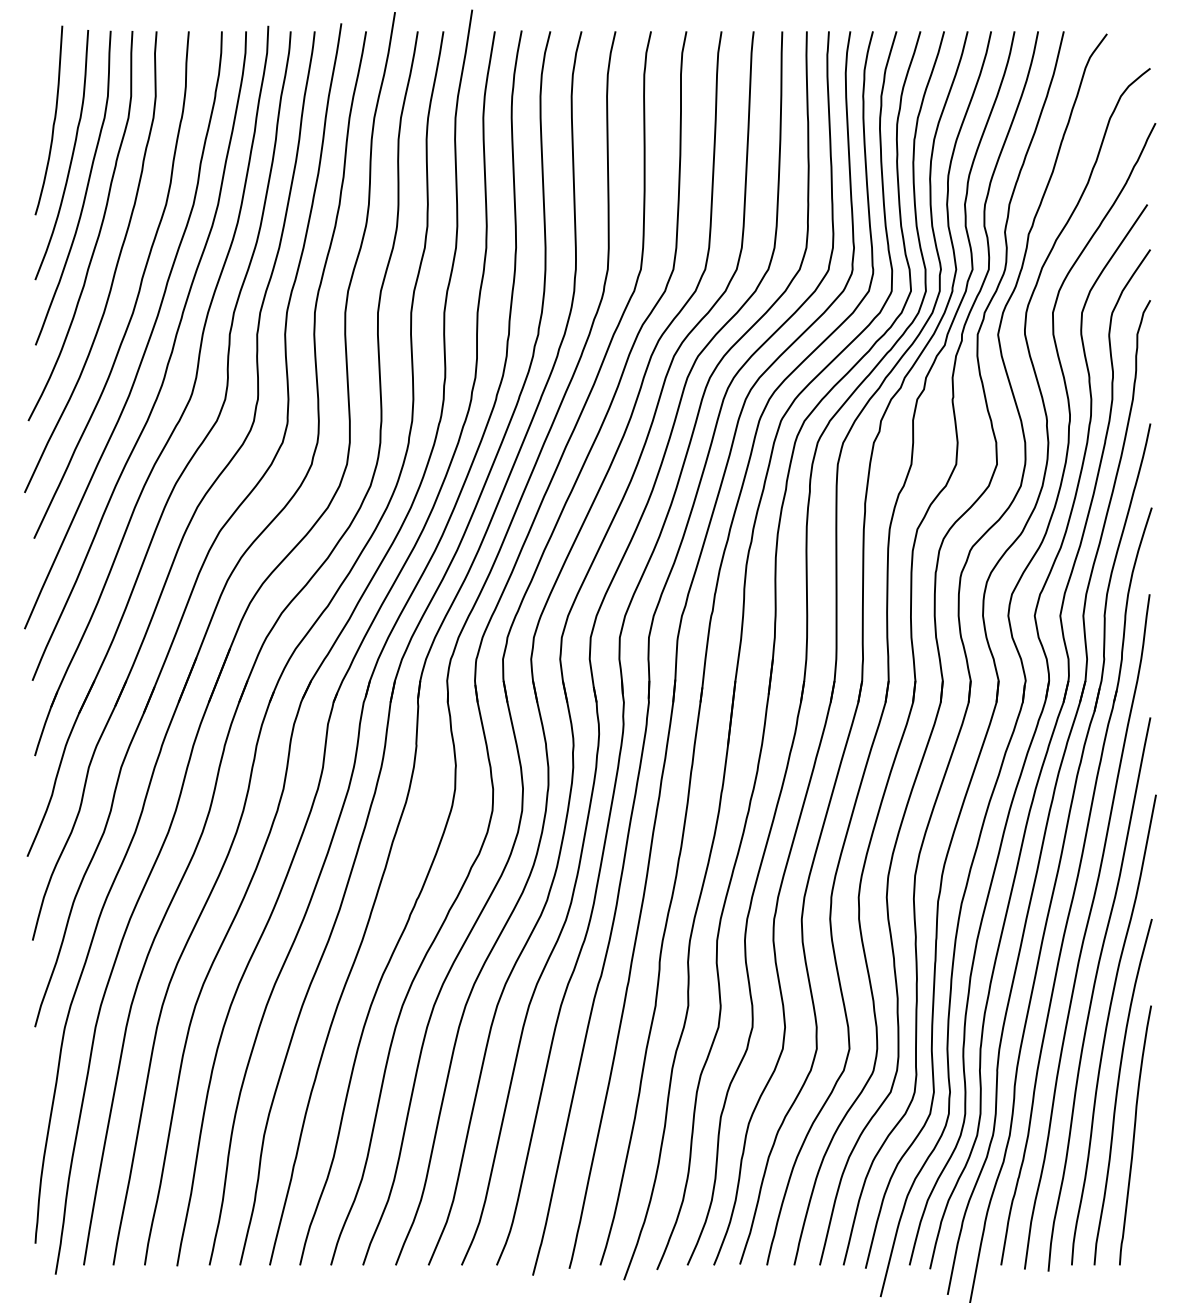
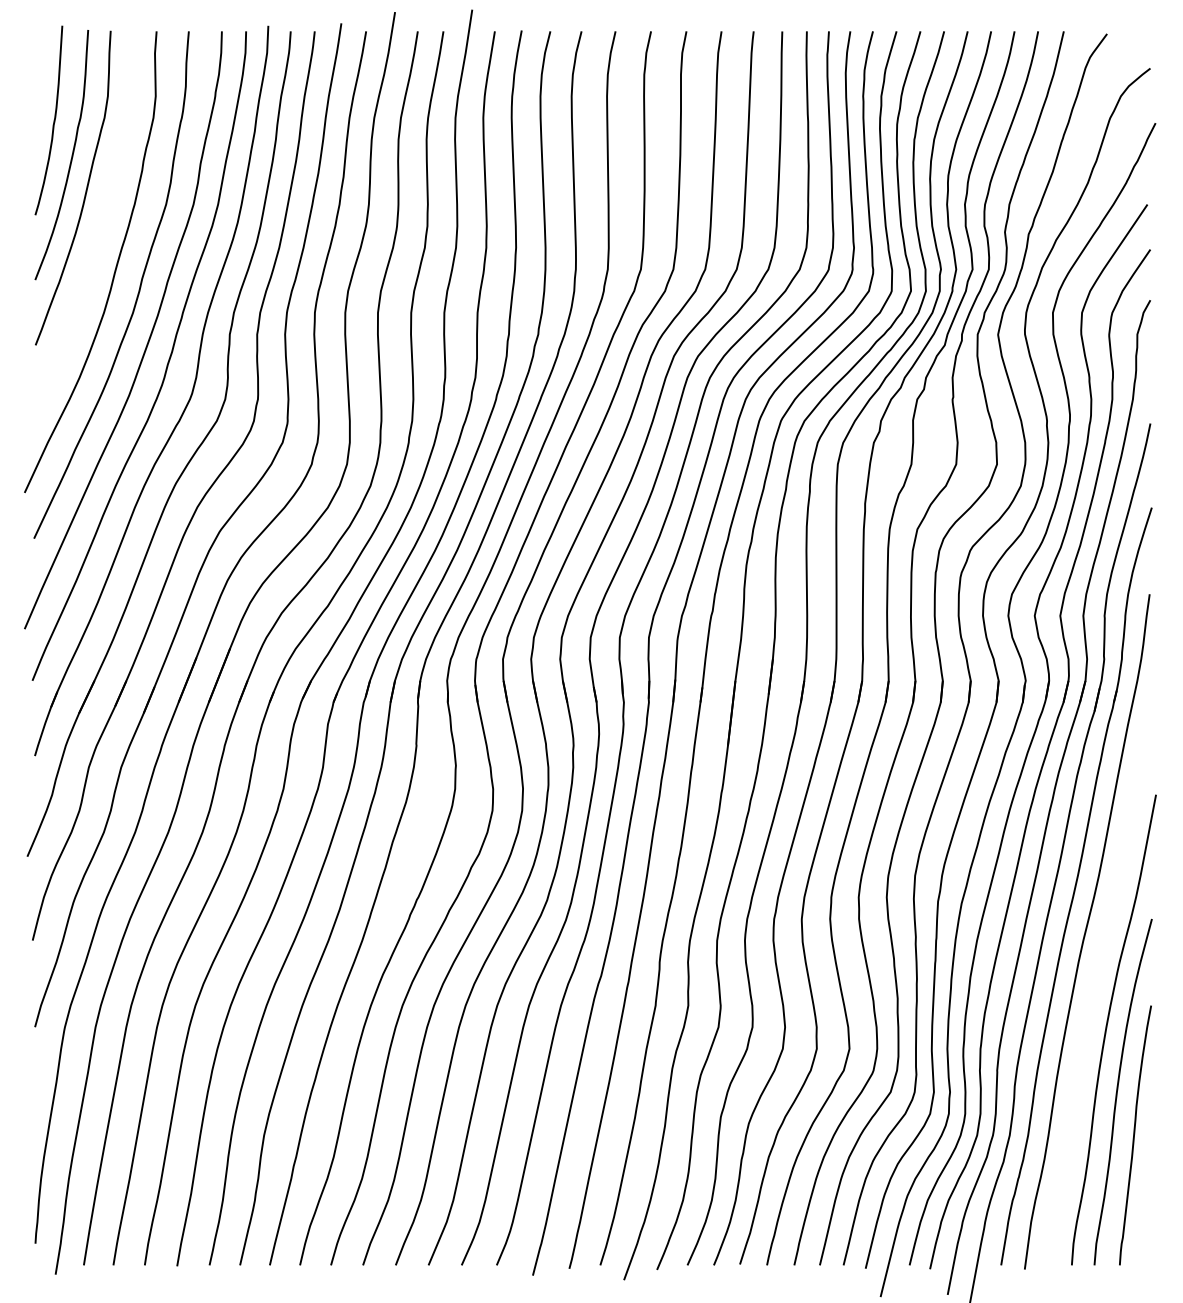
curve at (98, 232): present -> none
curve at (1093, 994): present -> none
